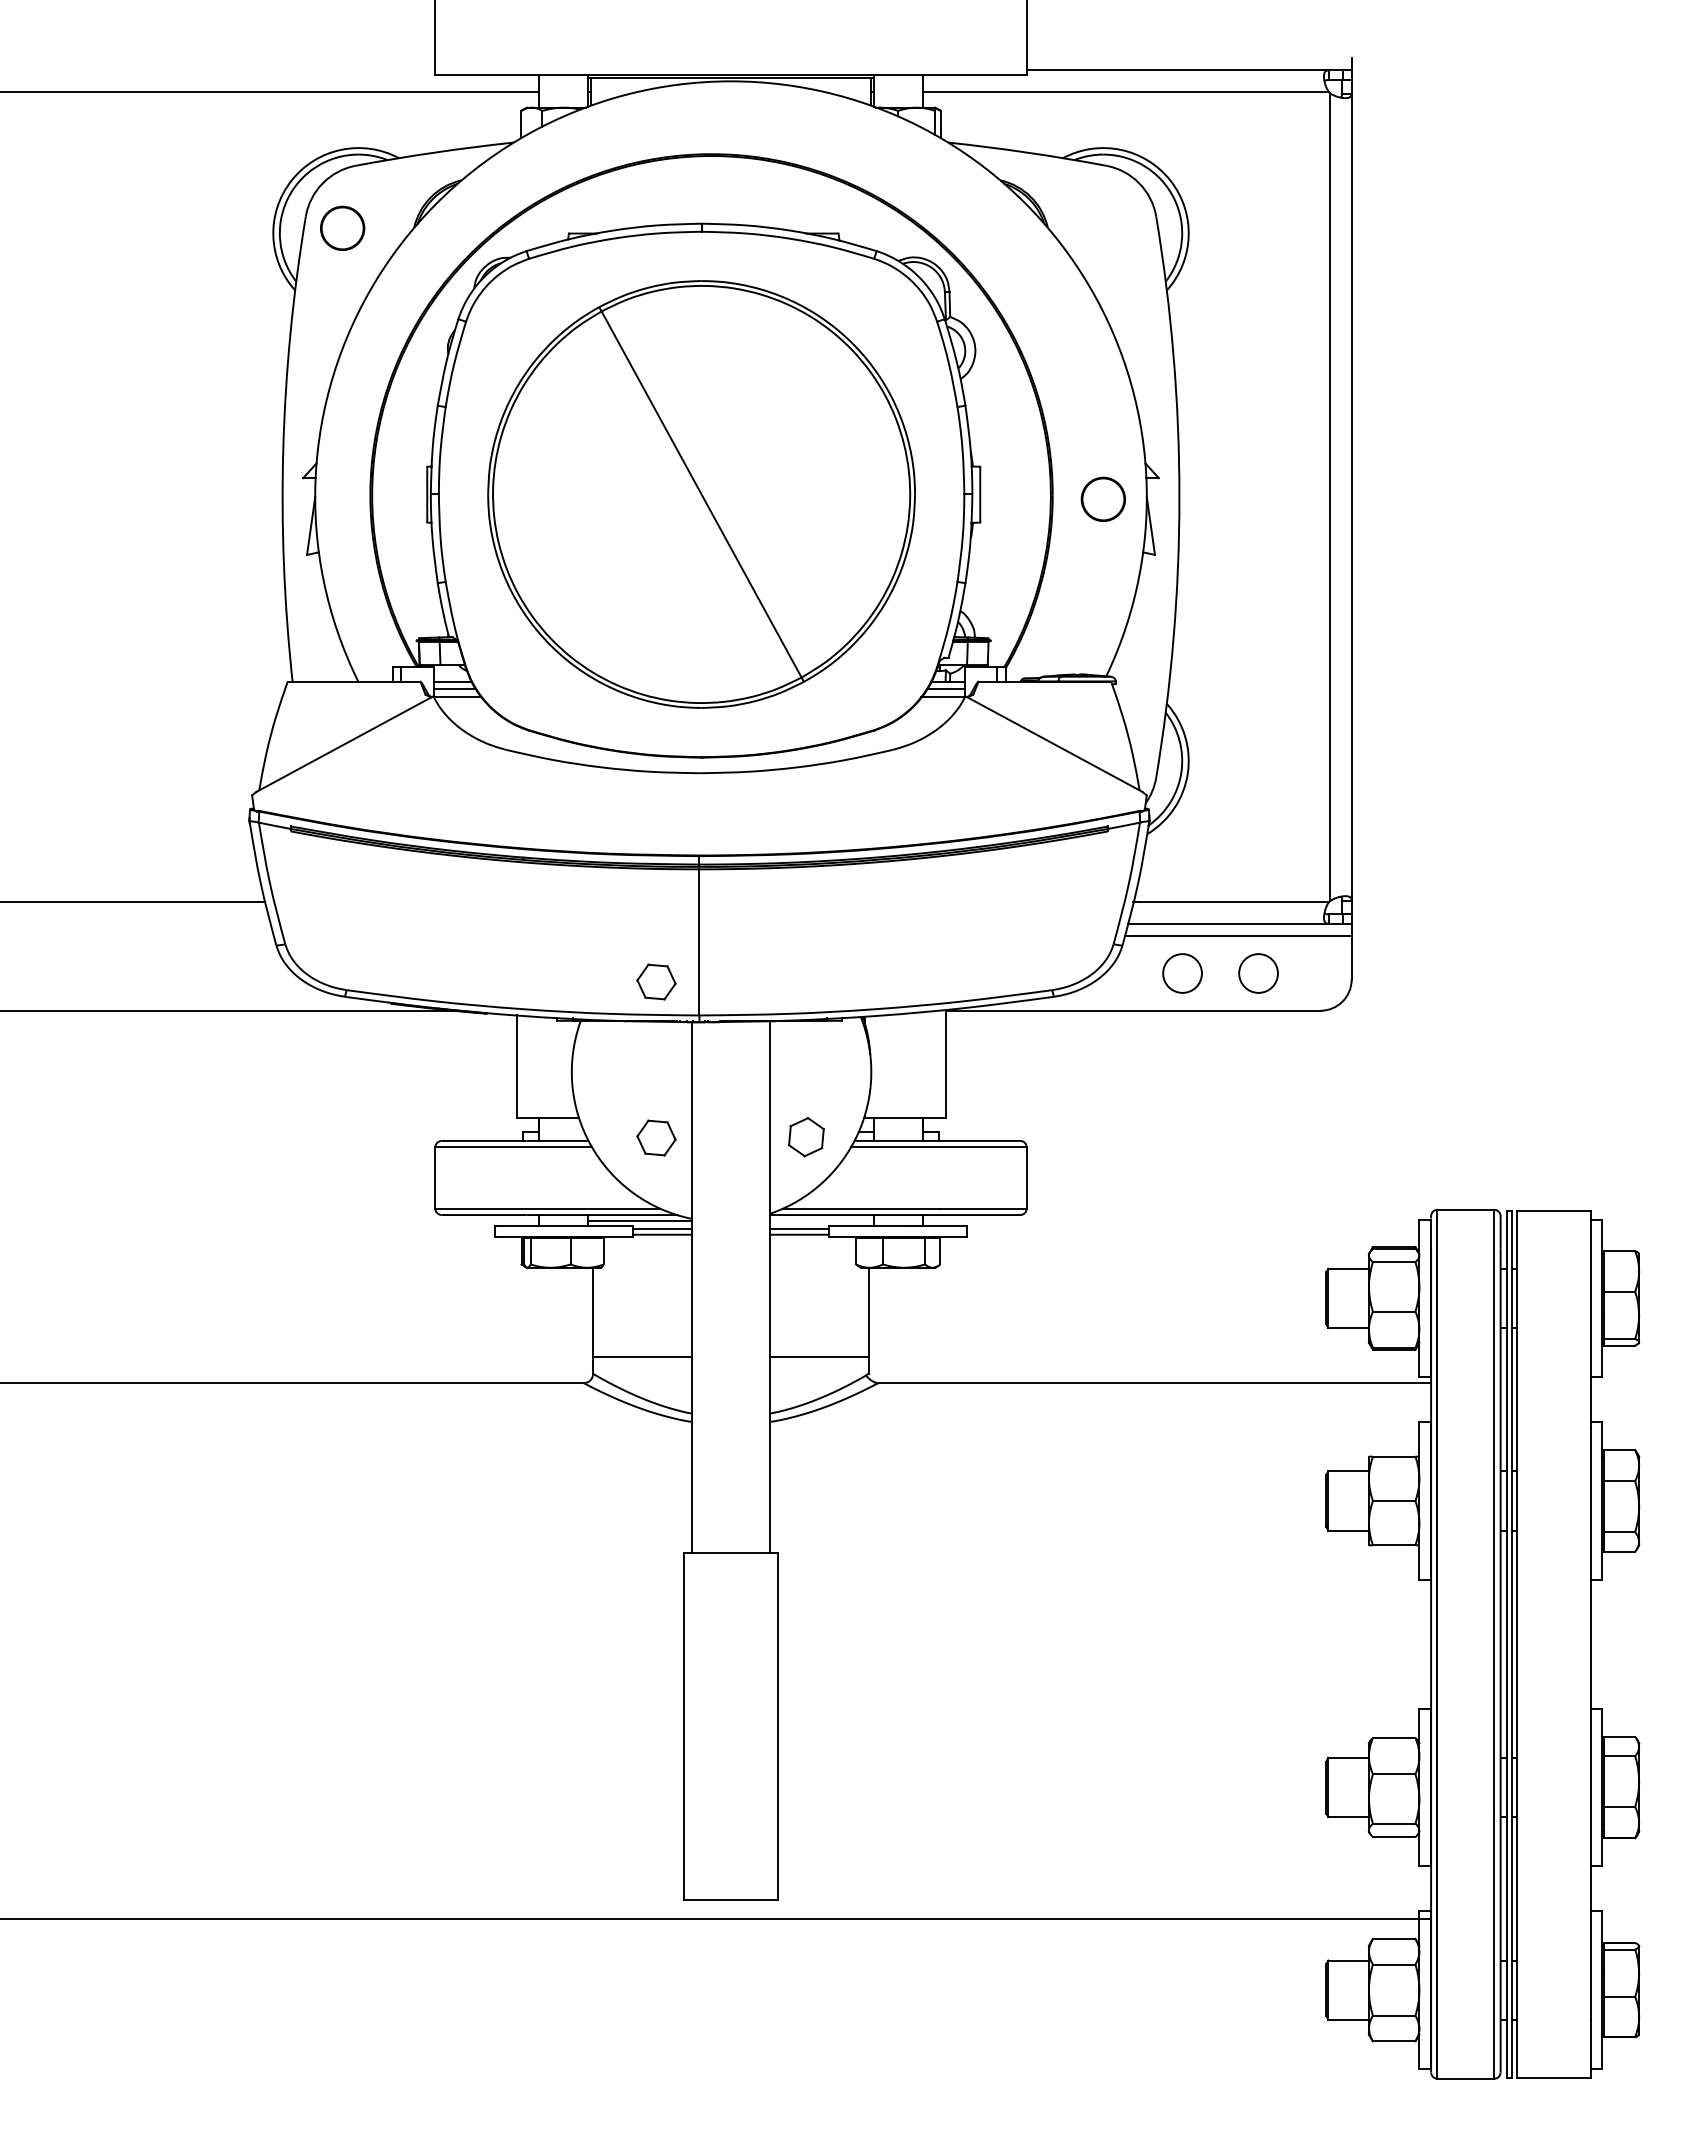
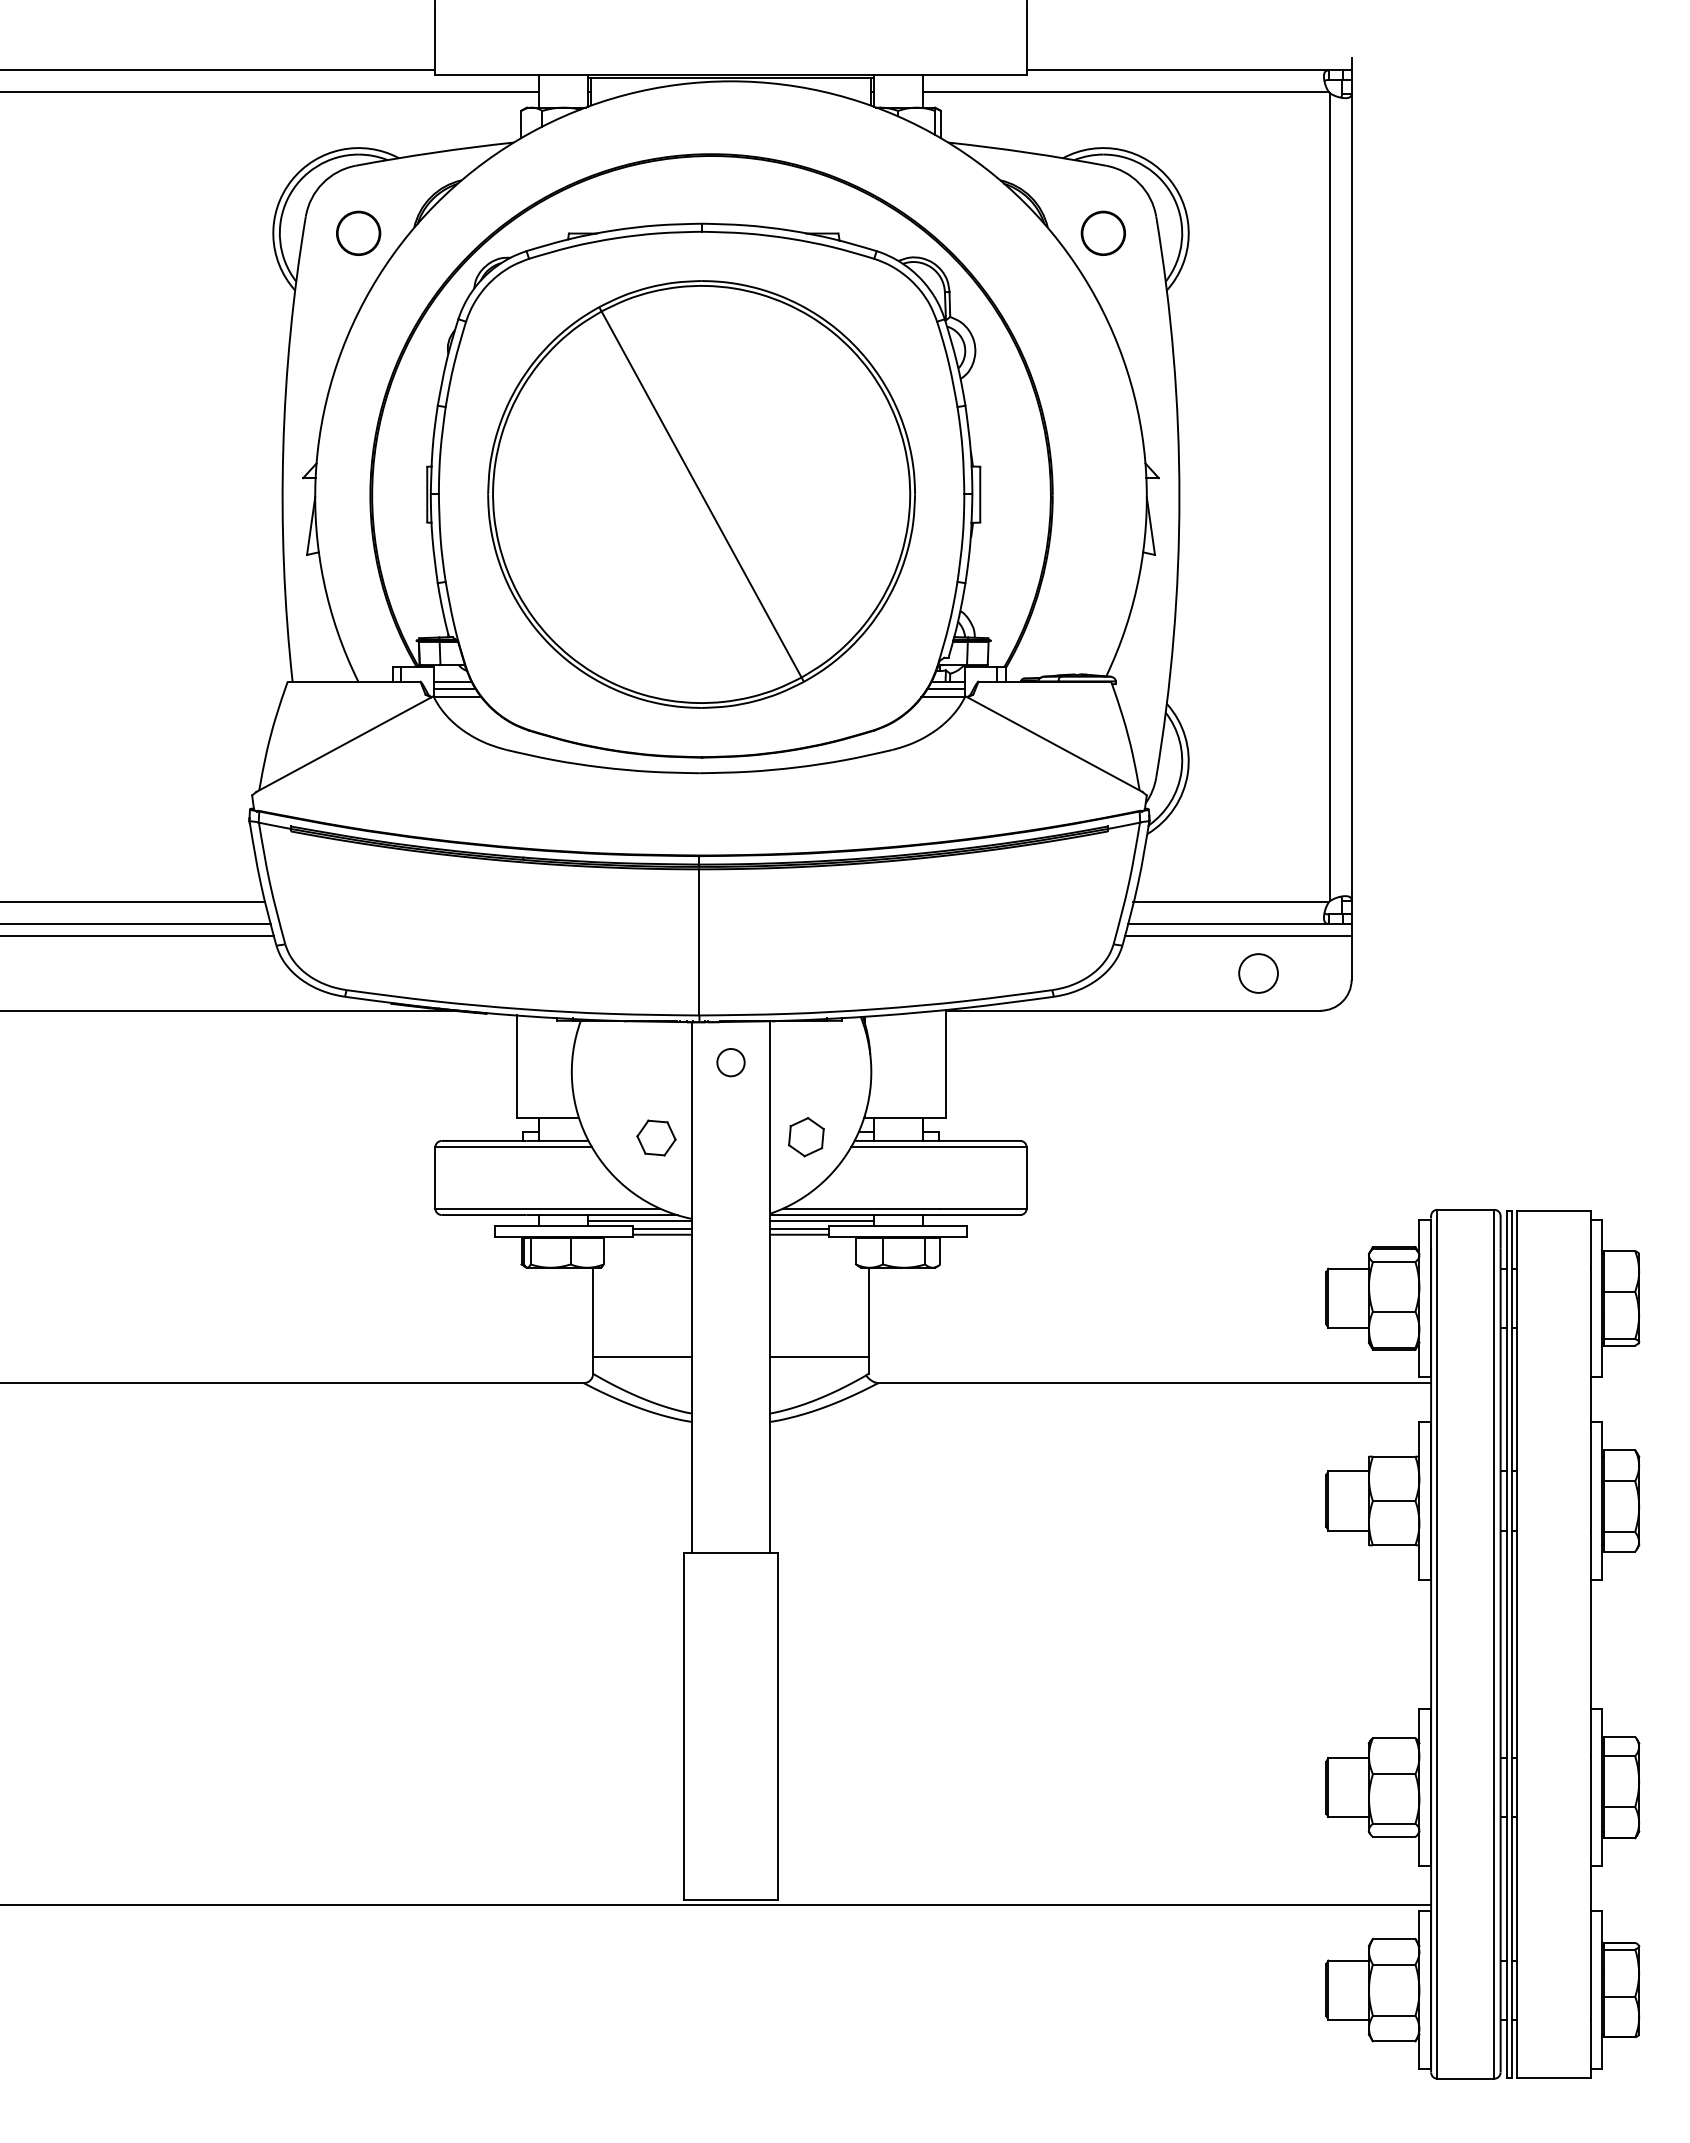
line at (218, 70): none -> present
circle at (342, 227) position: (342, 227) -> (358, 232)
circle at (1102, 498) position: (1102, 498) -> (1102, 232)
line at (136, 923): none -> present
line at (138, 936): none -> present
circle at (1182, 973): present -> none
part at (656, 981): present -> none
circle at (730, 1062): none -> present
line at (821, 1221): none -> present
line at (716, 1919) position: (716, 1919) -> (716, 1905)
